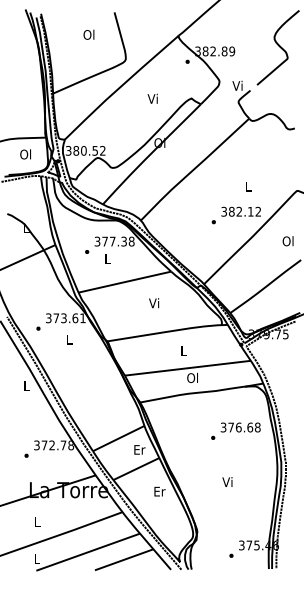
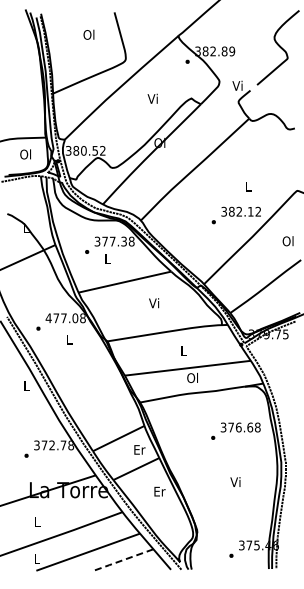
text at (65, 318): 373.61 -> 477.08
text at (227, 481) position: (227, 481) -> (235, 481)
line at (123, 559): solid -> dashed
